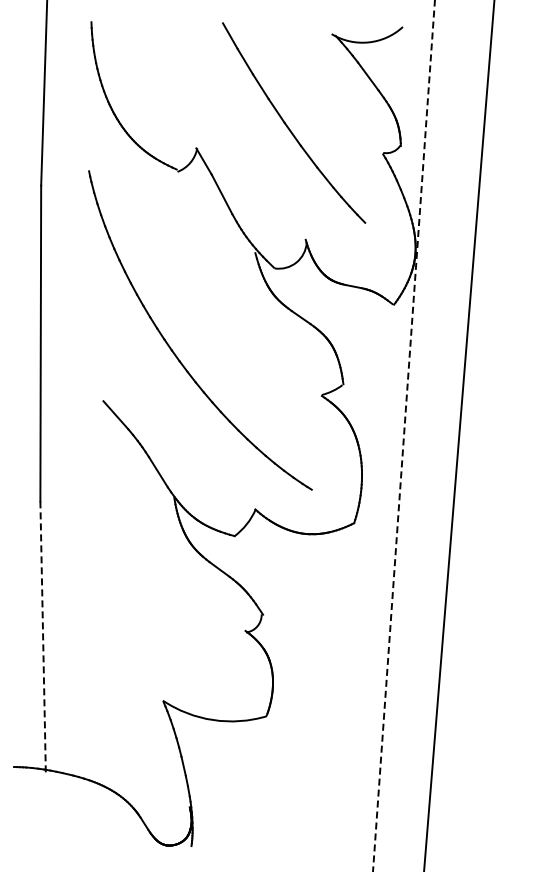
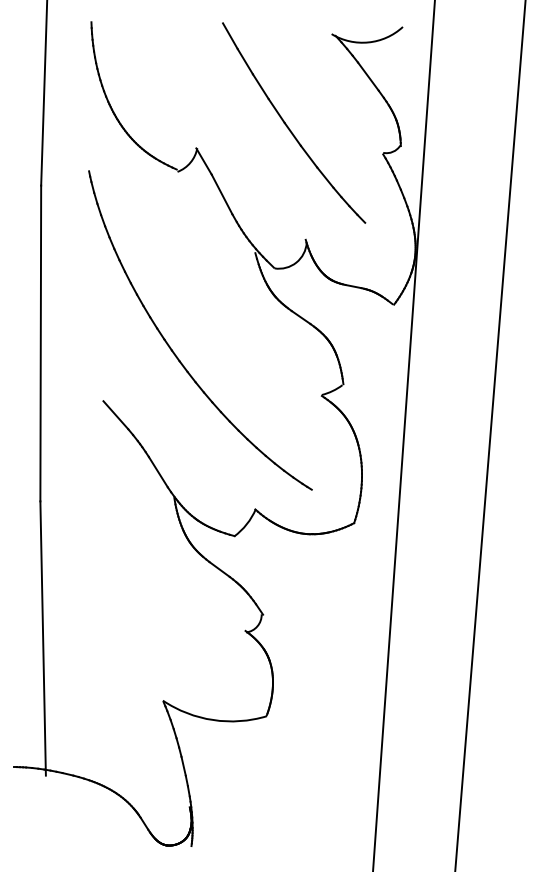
line at (459, 435) position: (459, 435) -> (490, 435)
line at (403, 436): dashed -> solid
line at (43, 639): dashed -> solid
